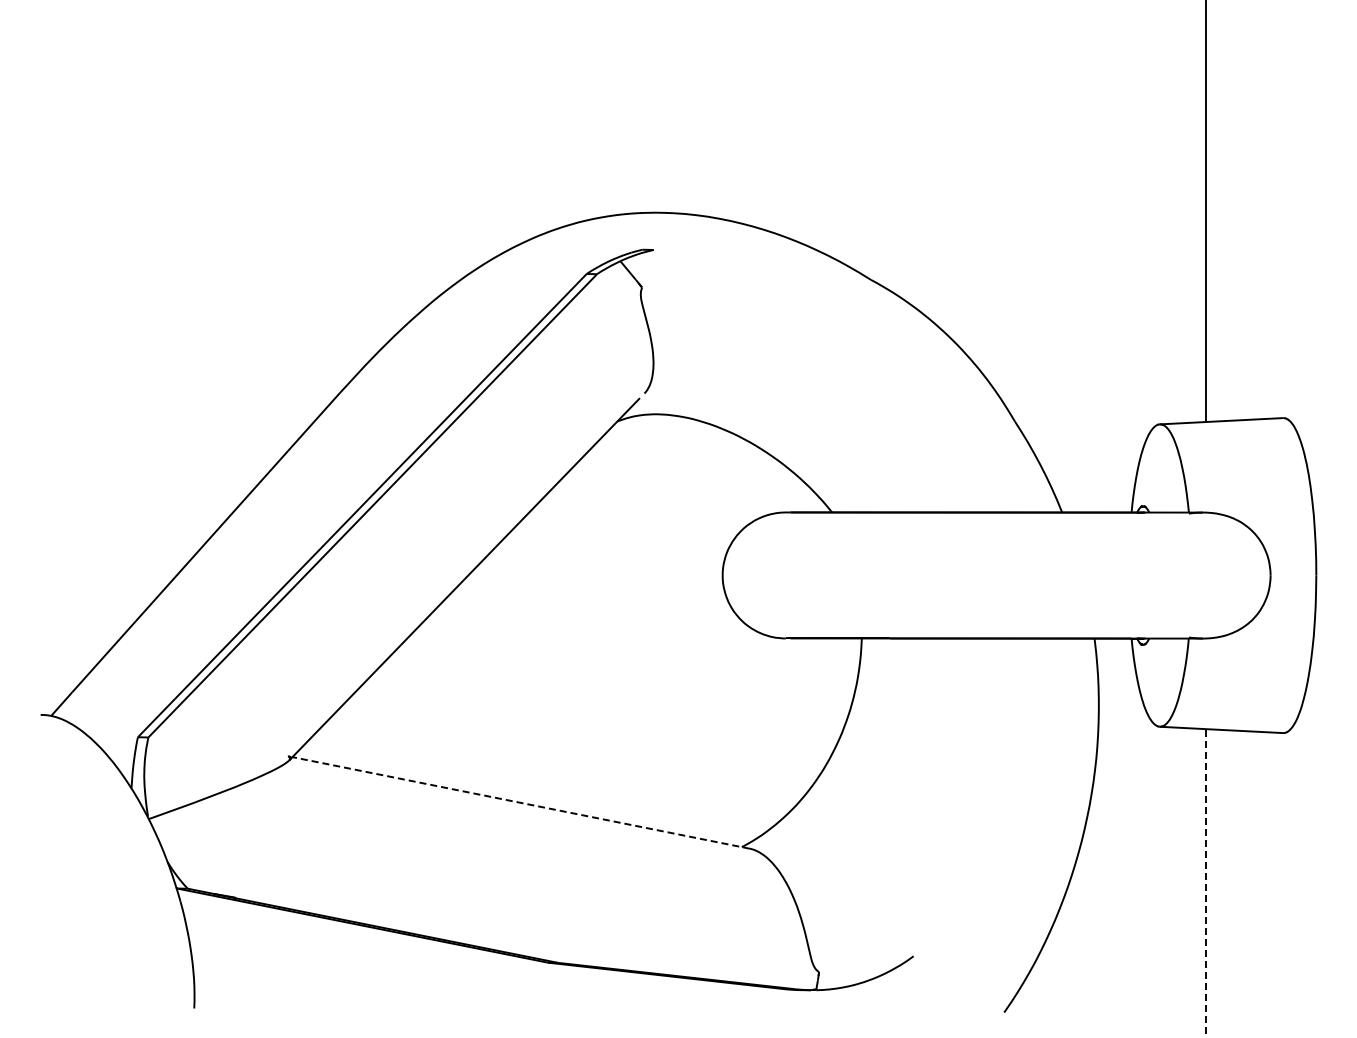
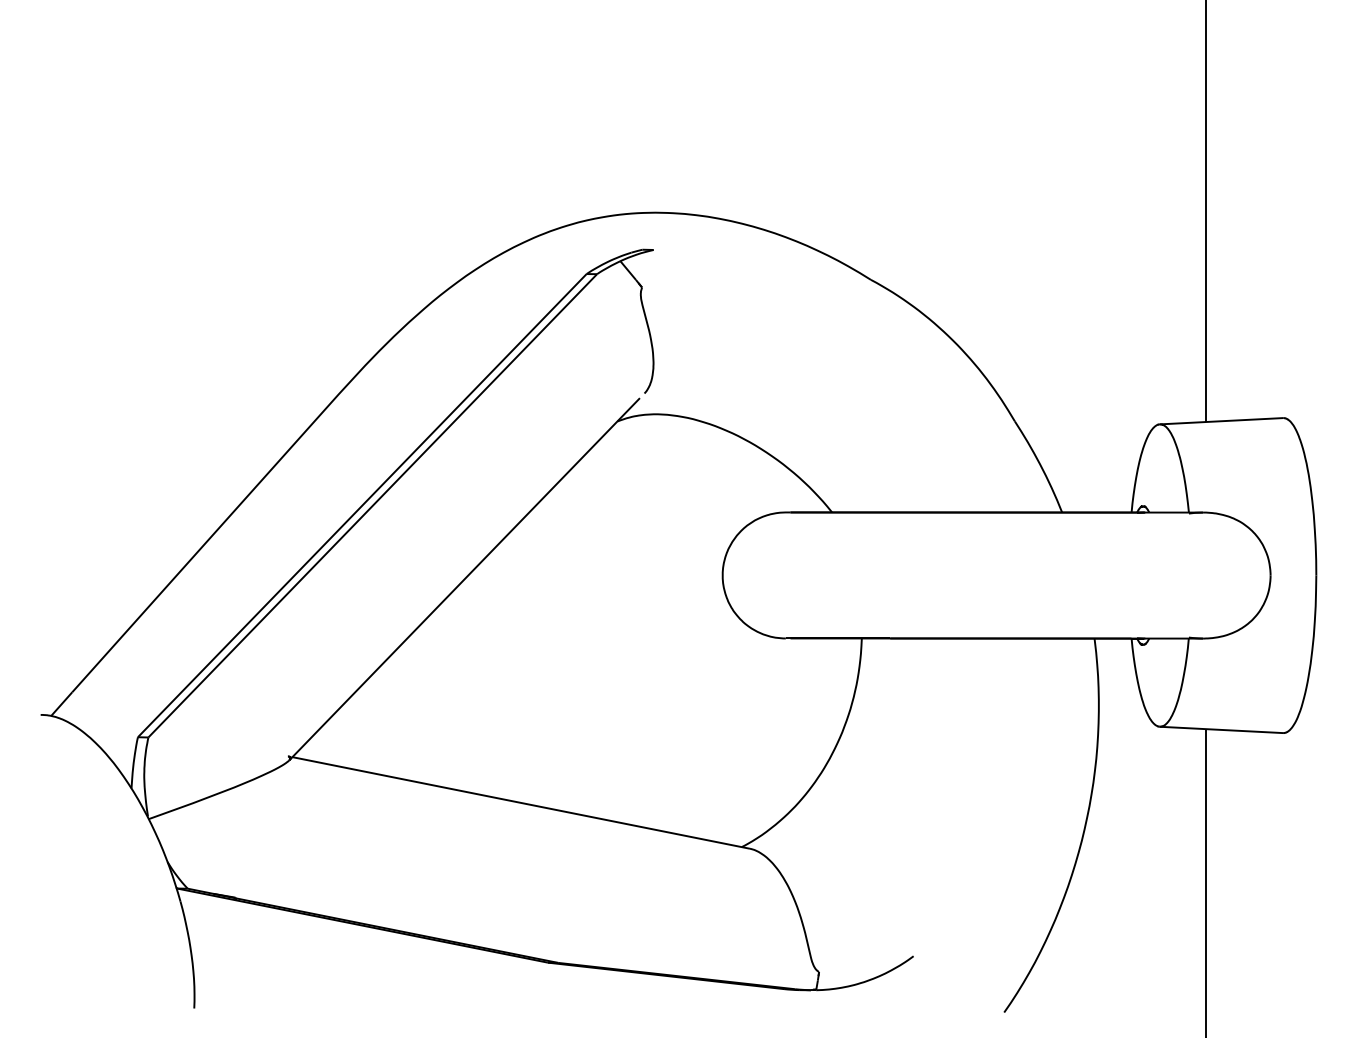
line at (520, 802): dashed -> solid
line at (1205, 882): dashed -> solid
